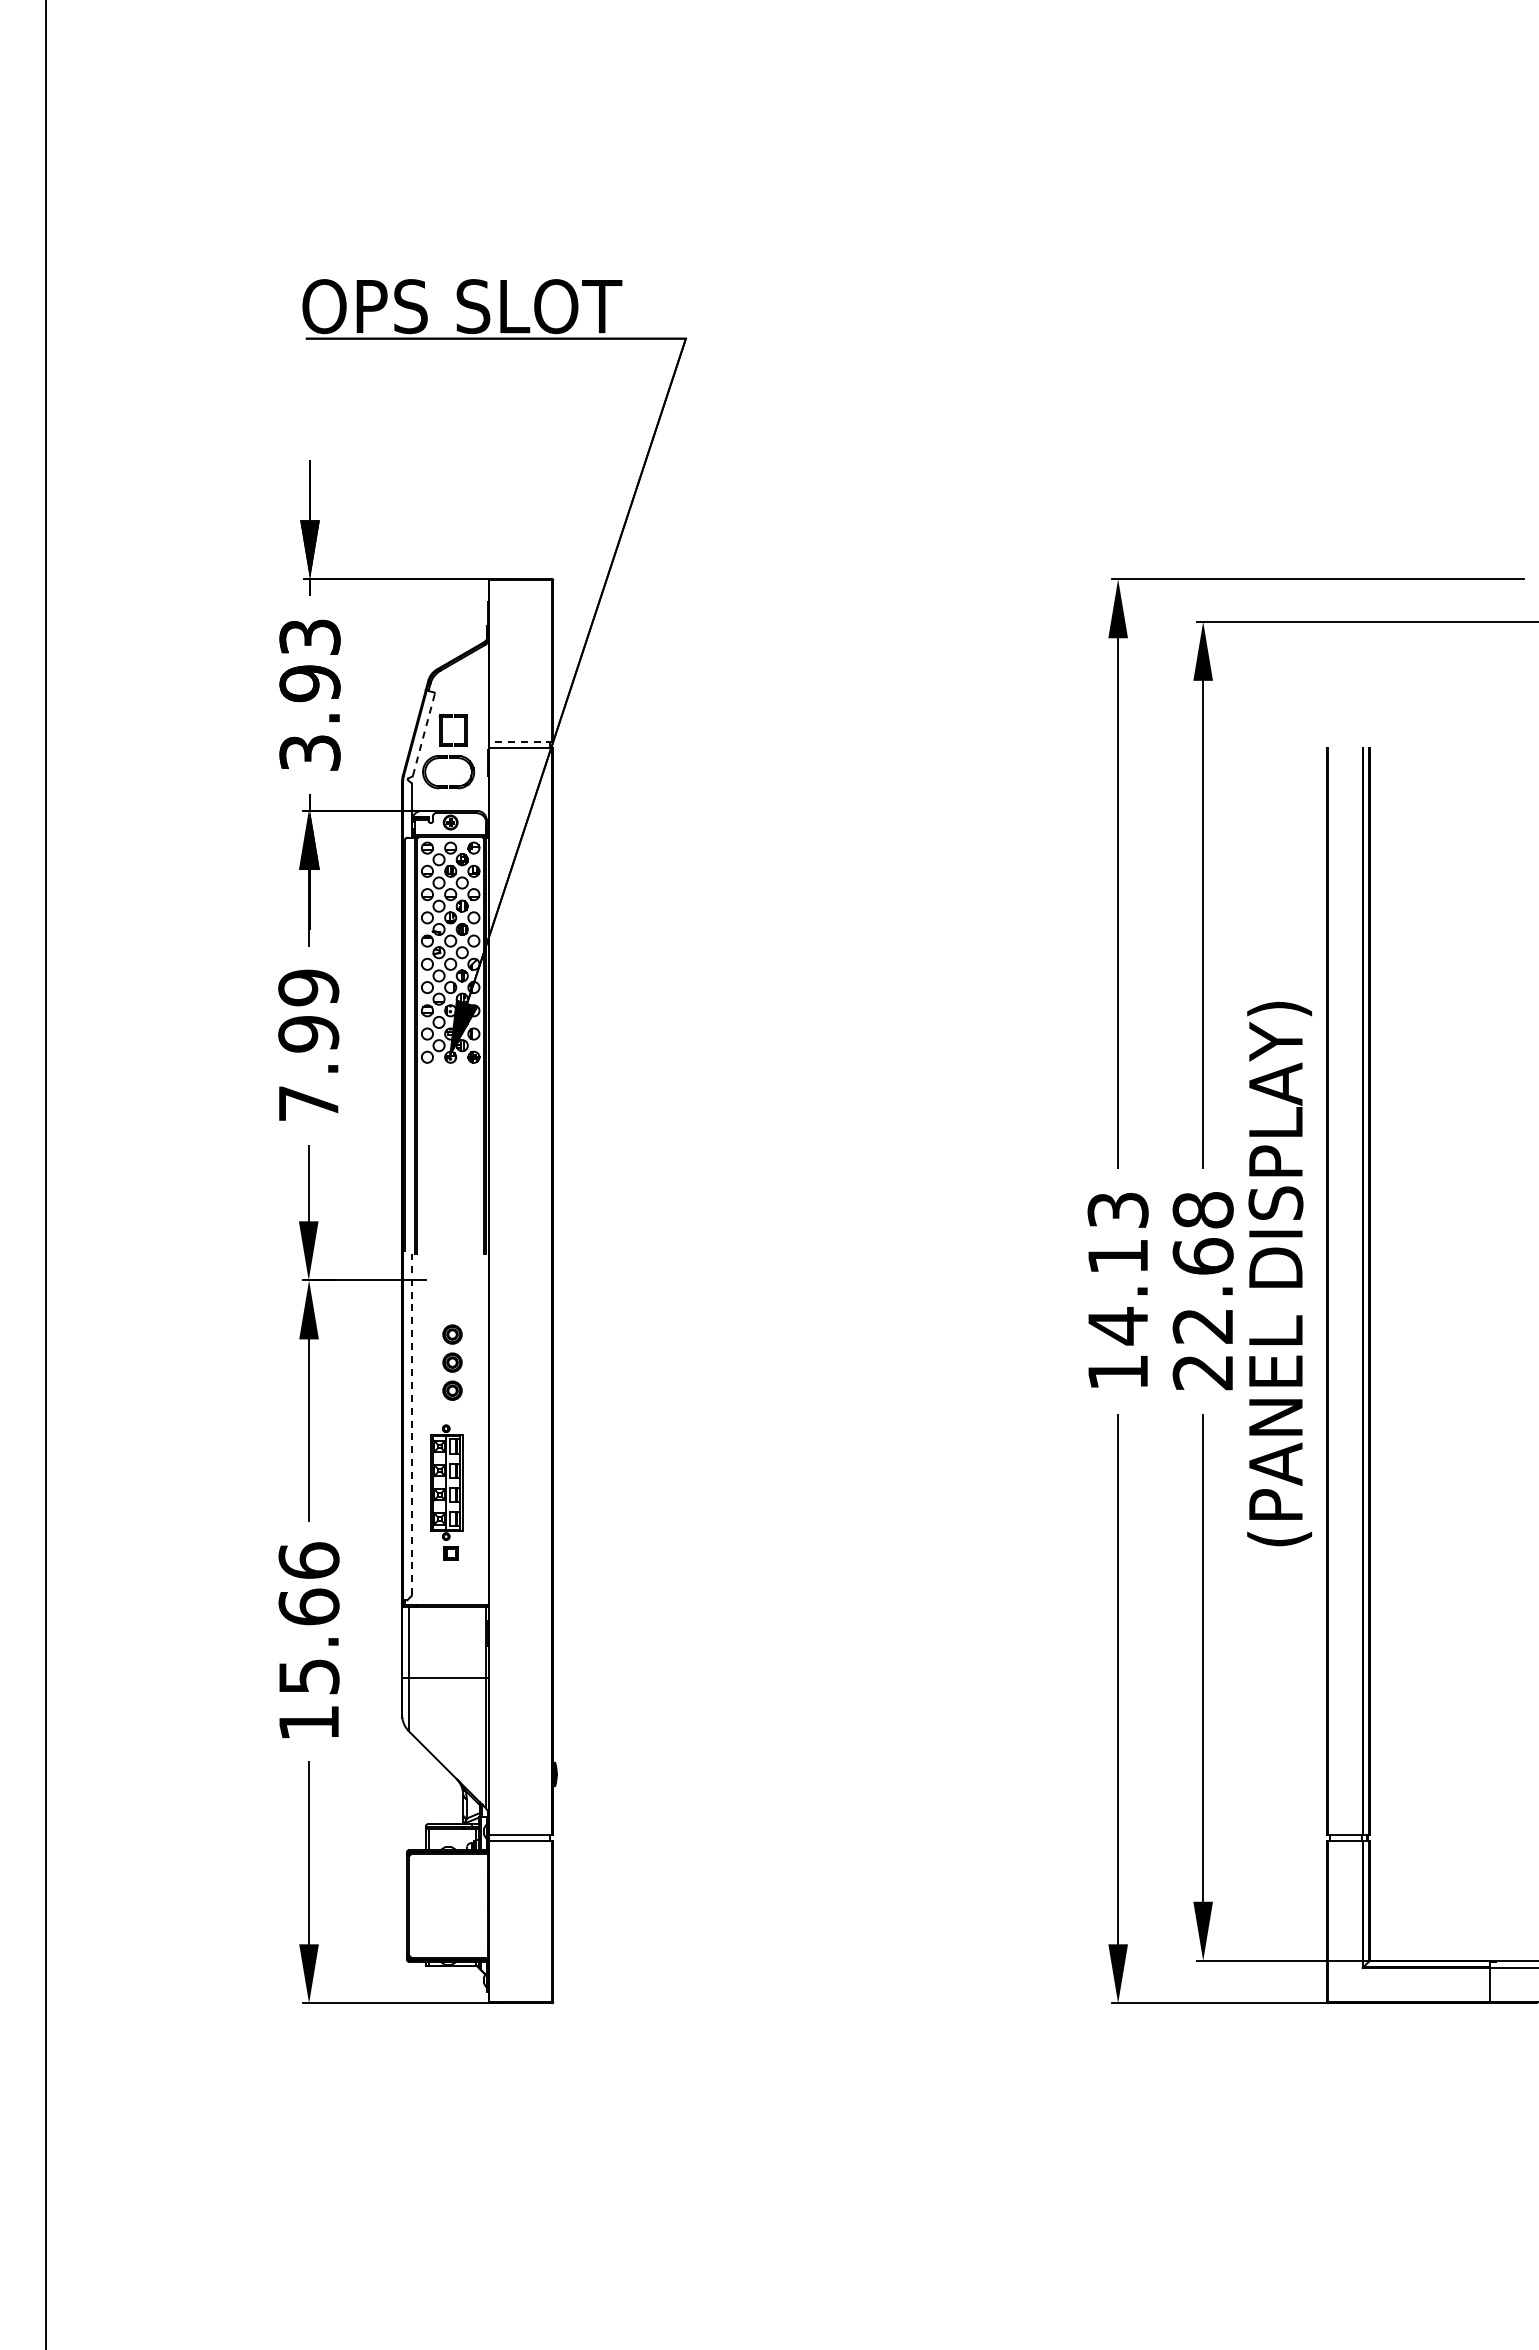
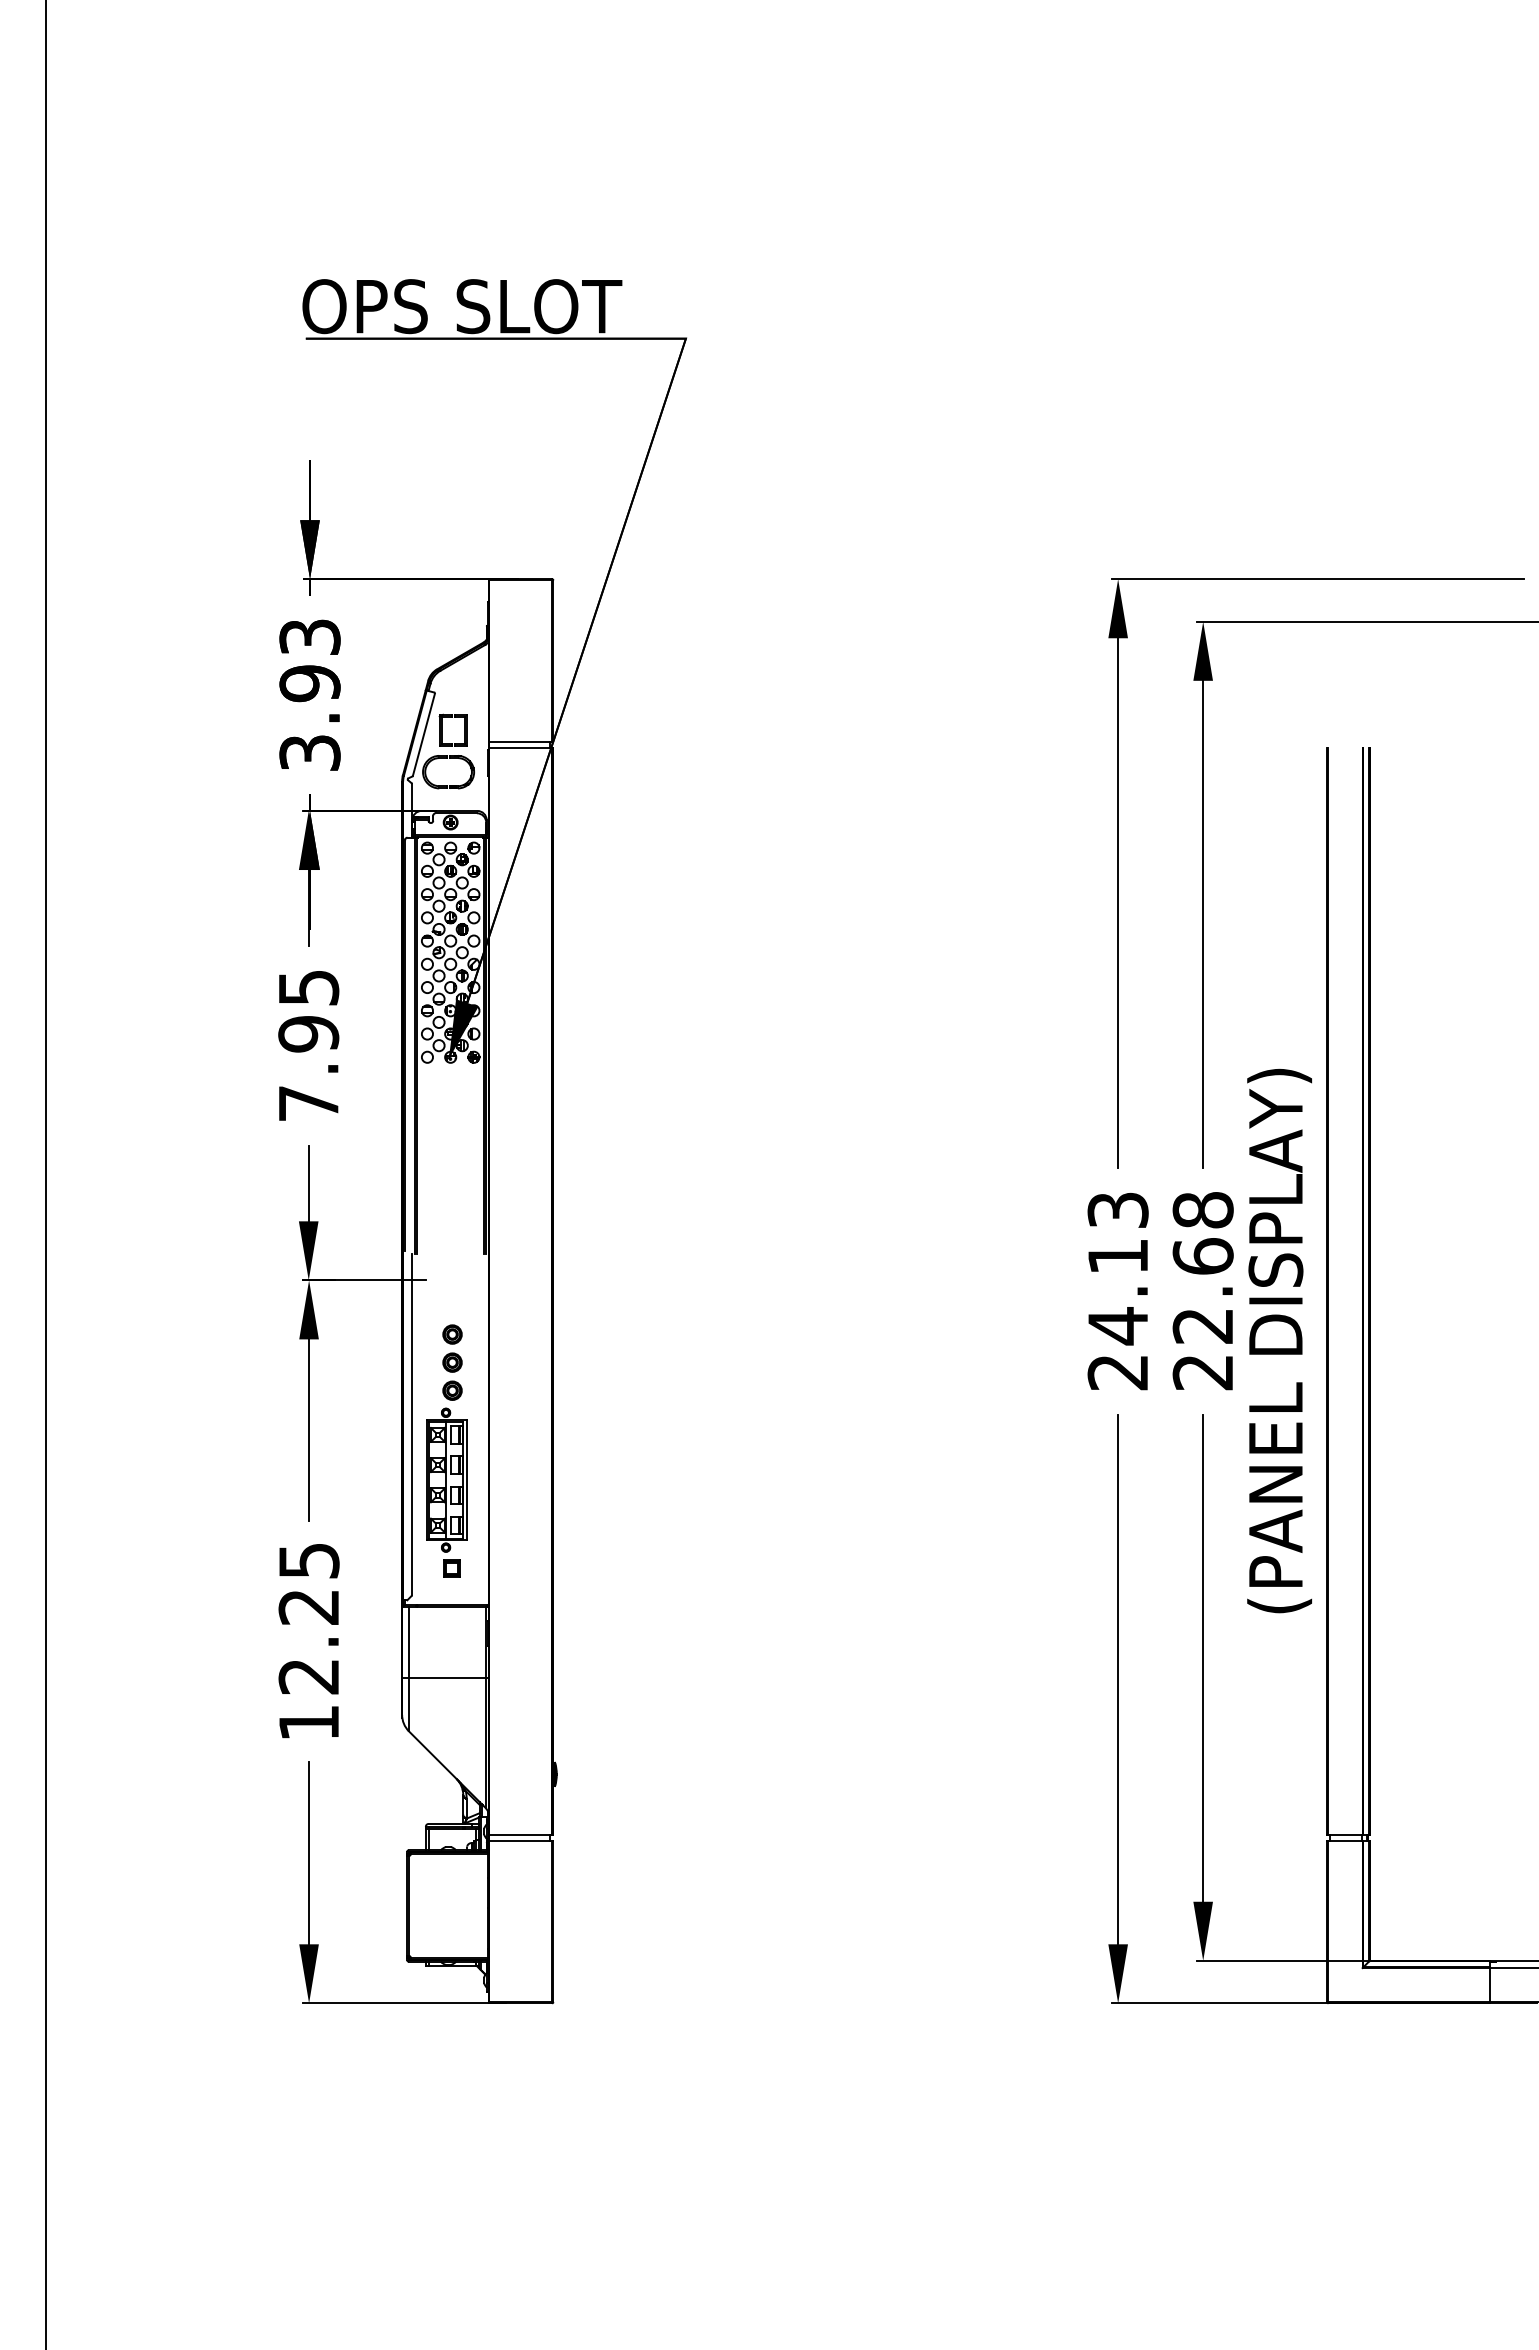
line at (424, 734): dashed -> solid
line at (520, 741): dashed -> solid
text at (308, 987): 7.99 -> 7.95
text at (1279, 1273) position: (1279, 1273) -> (1279, 1340)
text at (1117, 1372): 14.13 -> 24.13
line at (411, 1424): dashed -> solid
part at (446, 1492) size: 34x137 px -> 42x171 px
text at (308, 1618): 15.66 -> 12.25
